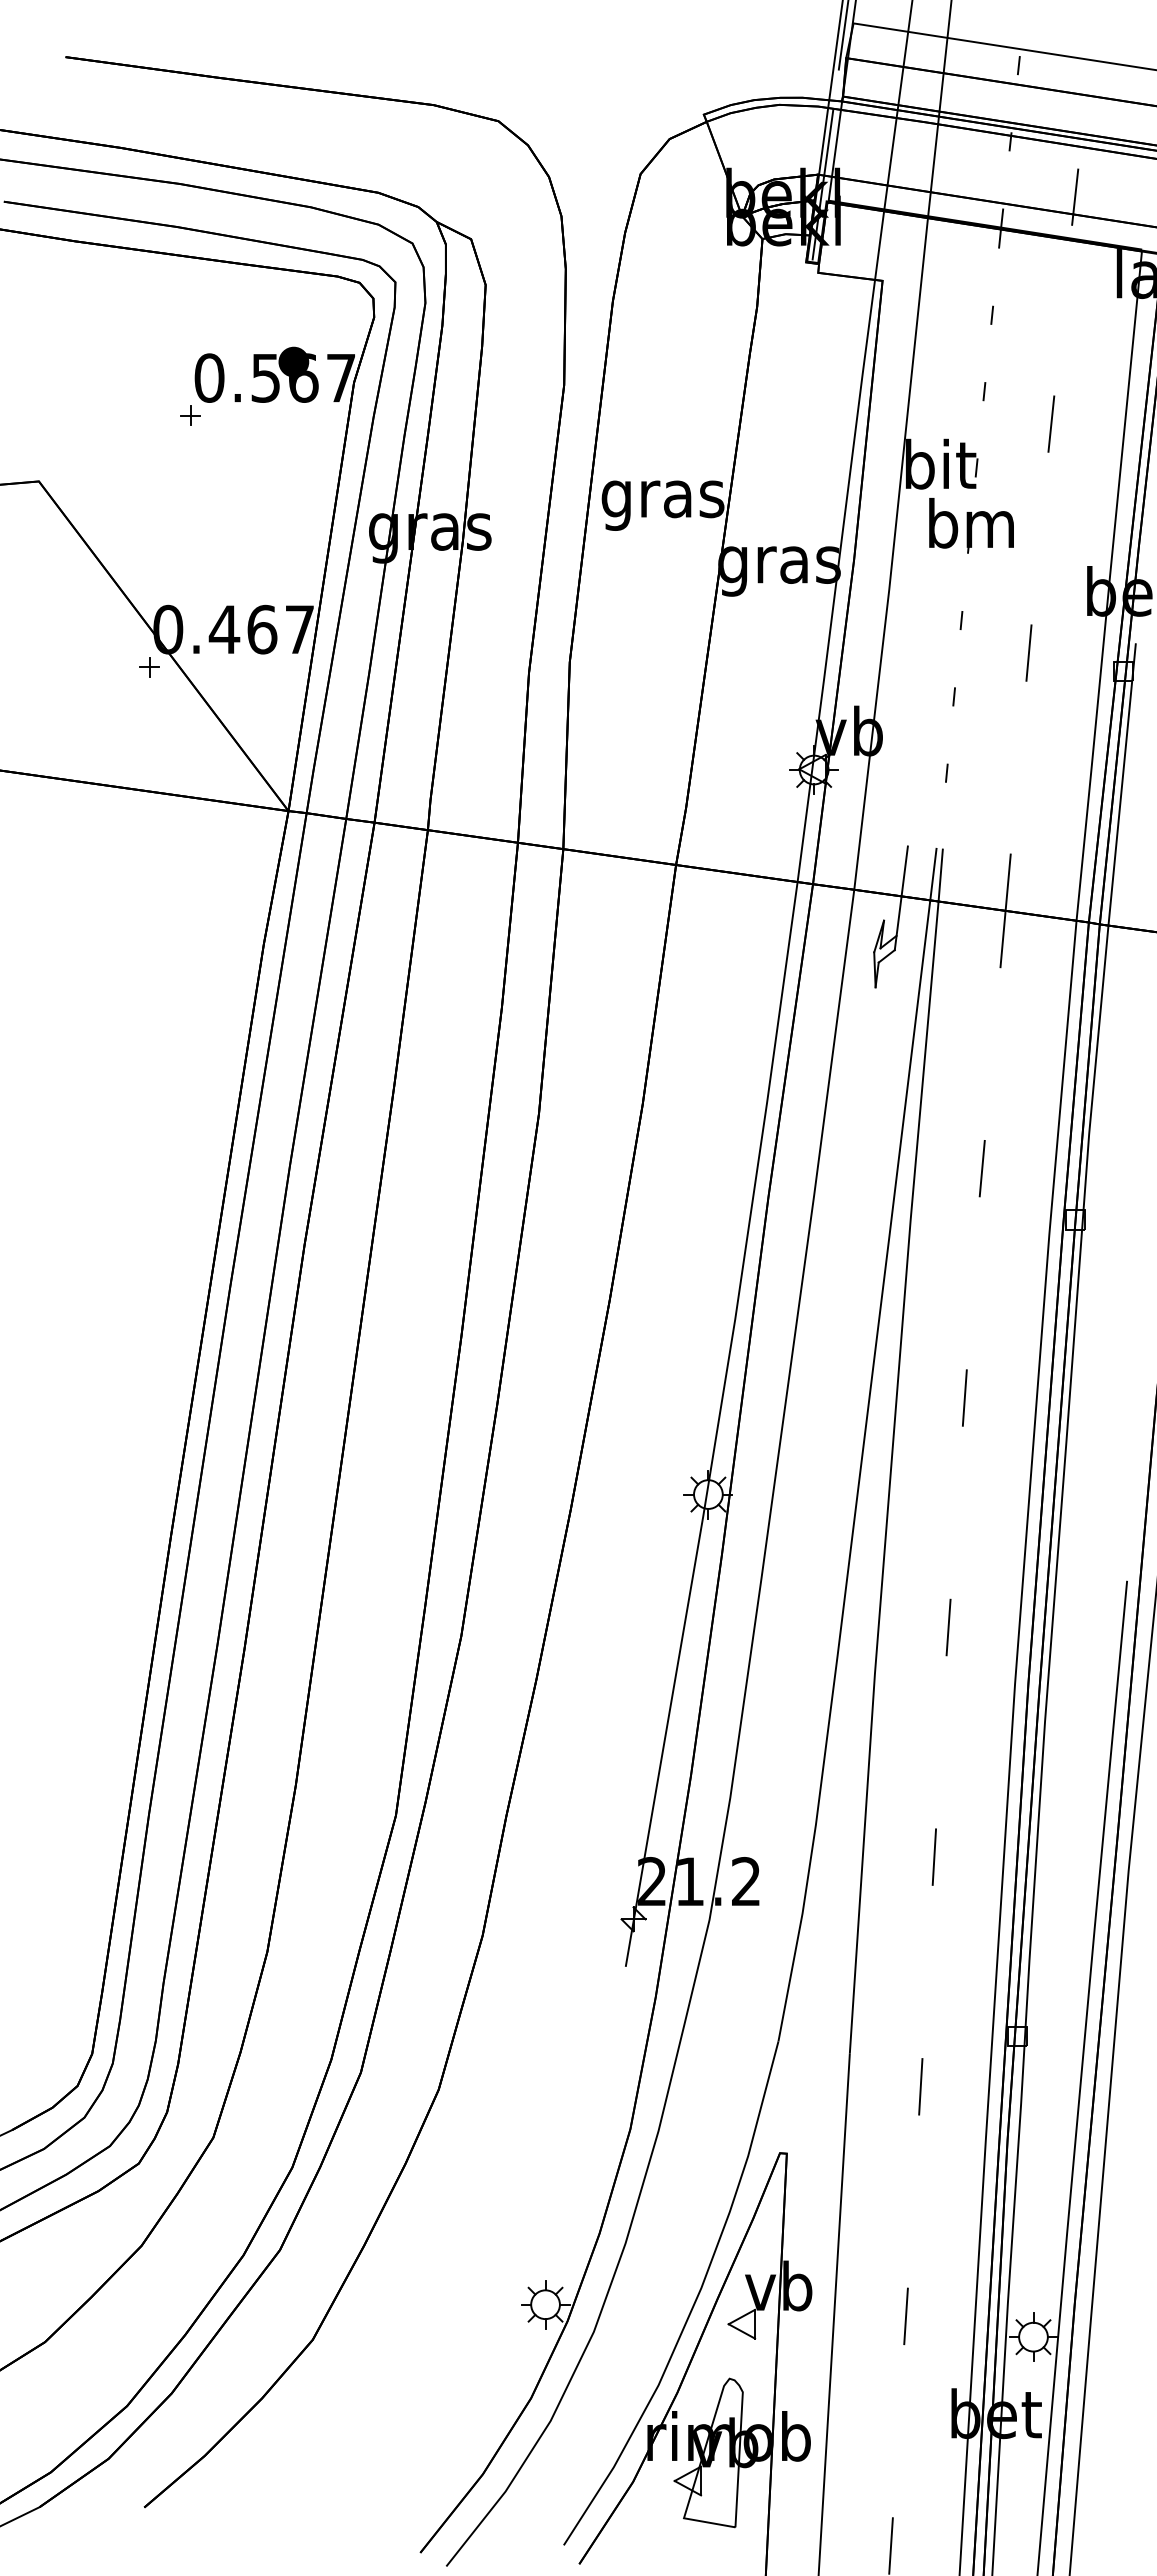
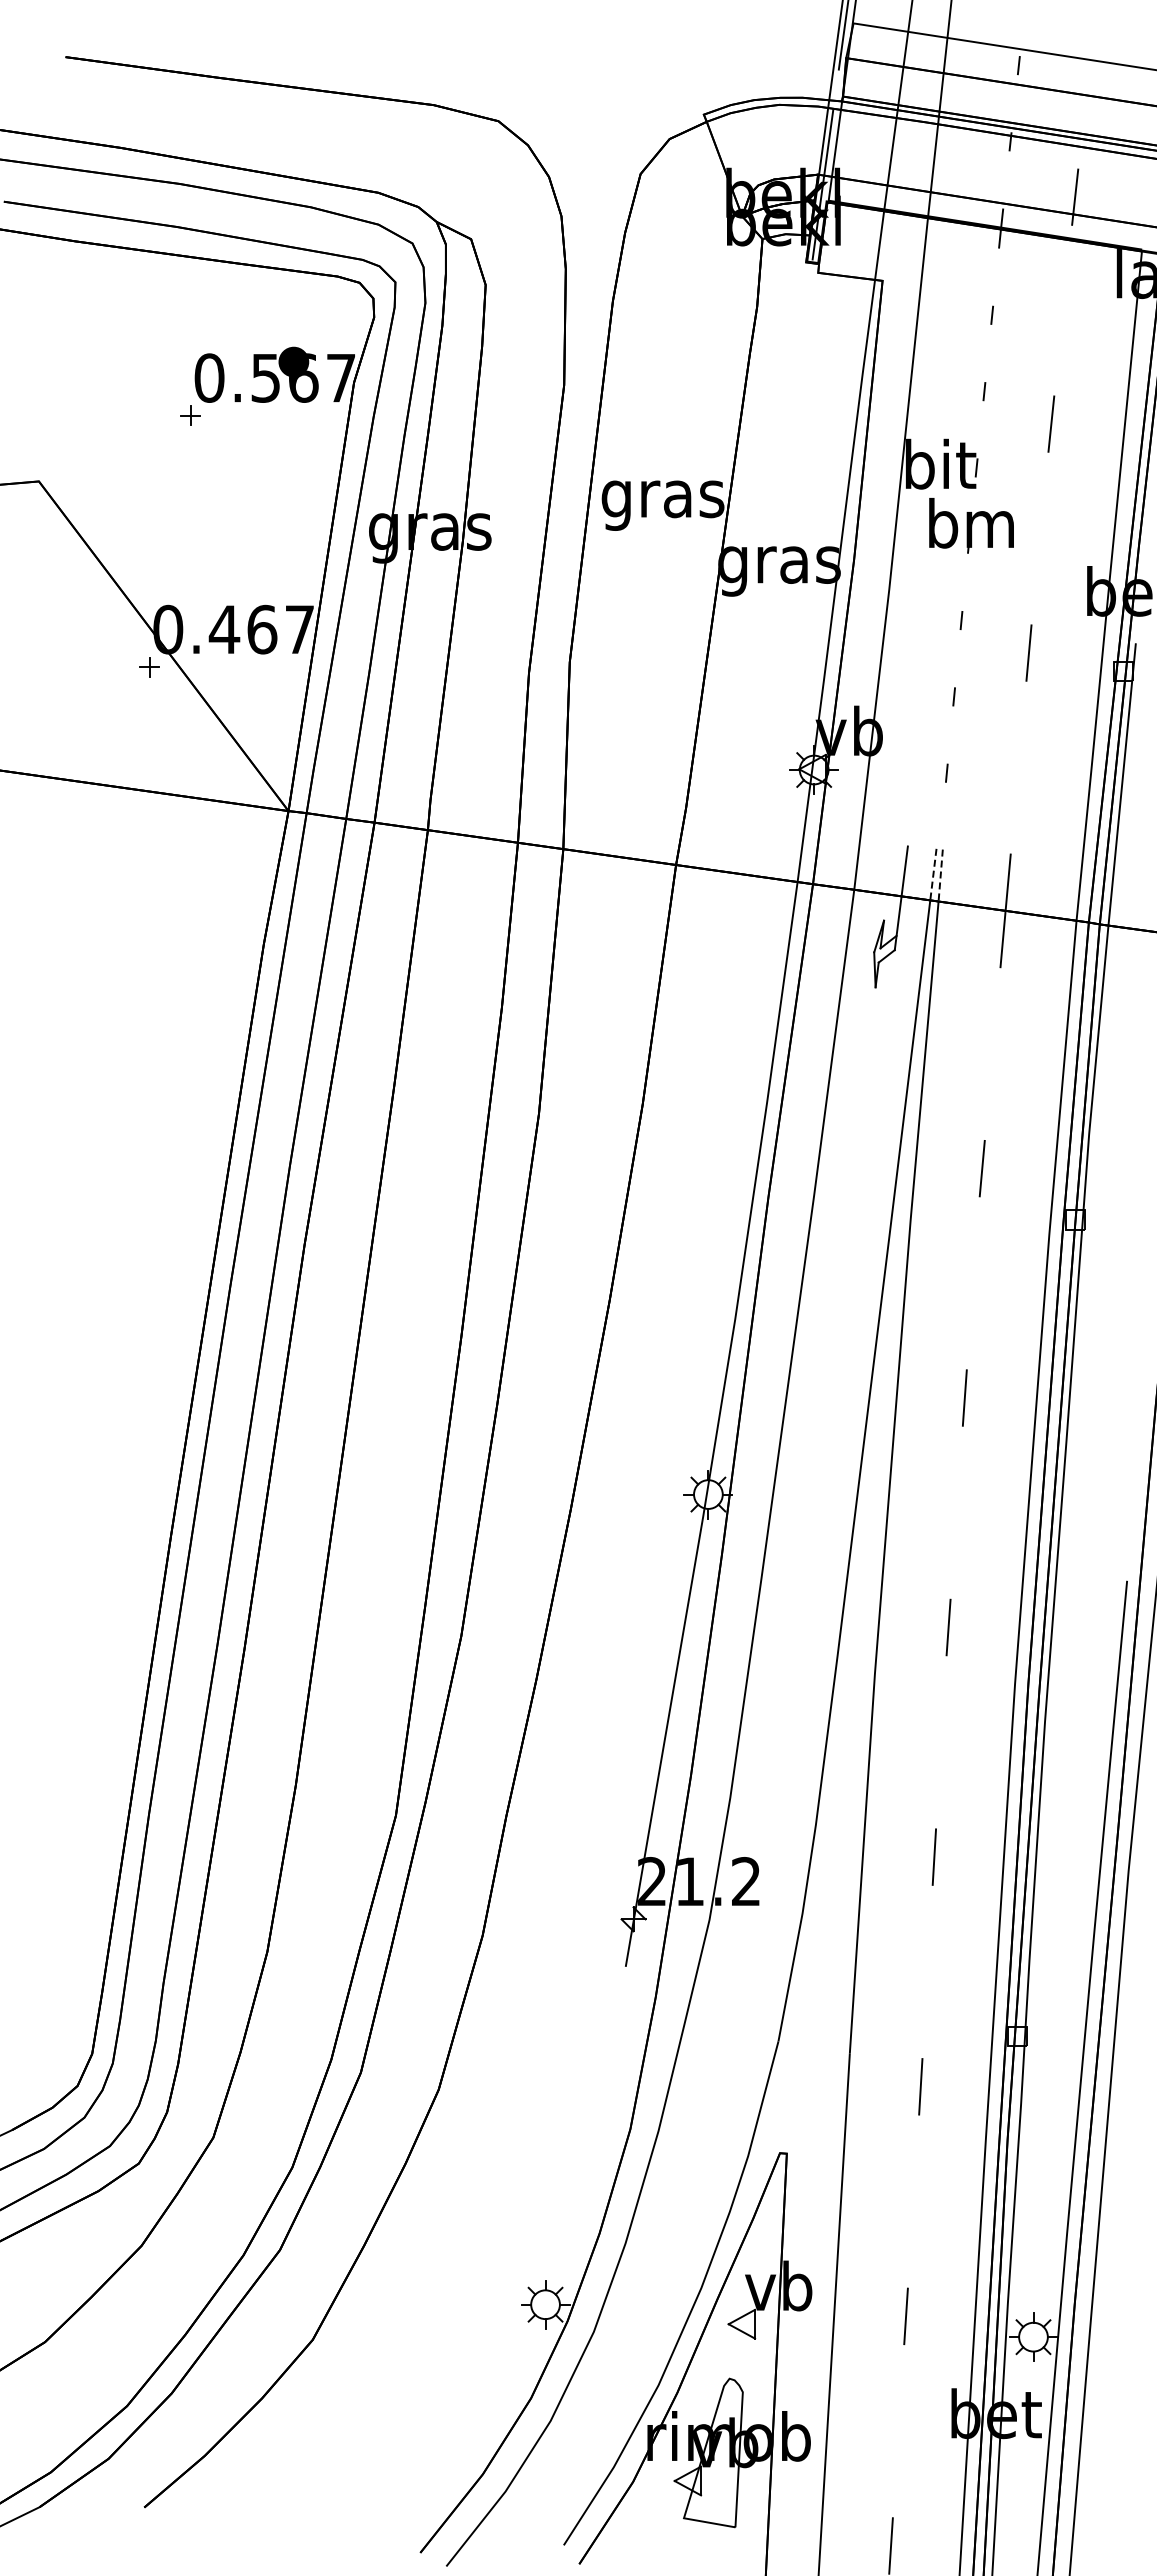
line at (933, 874): solid -> dashed
line at (940, 876): solid -> dashed
